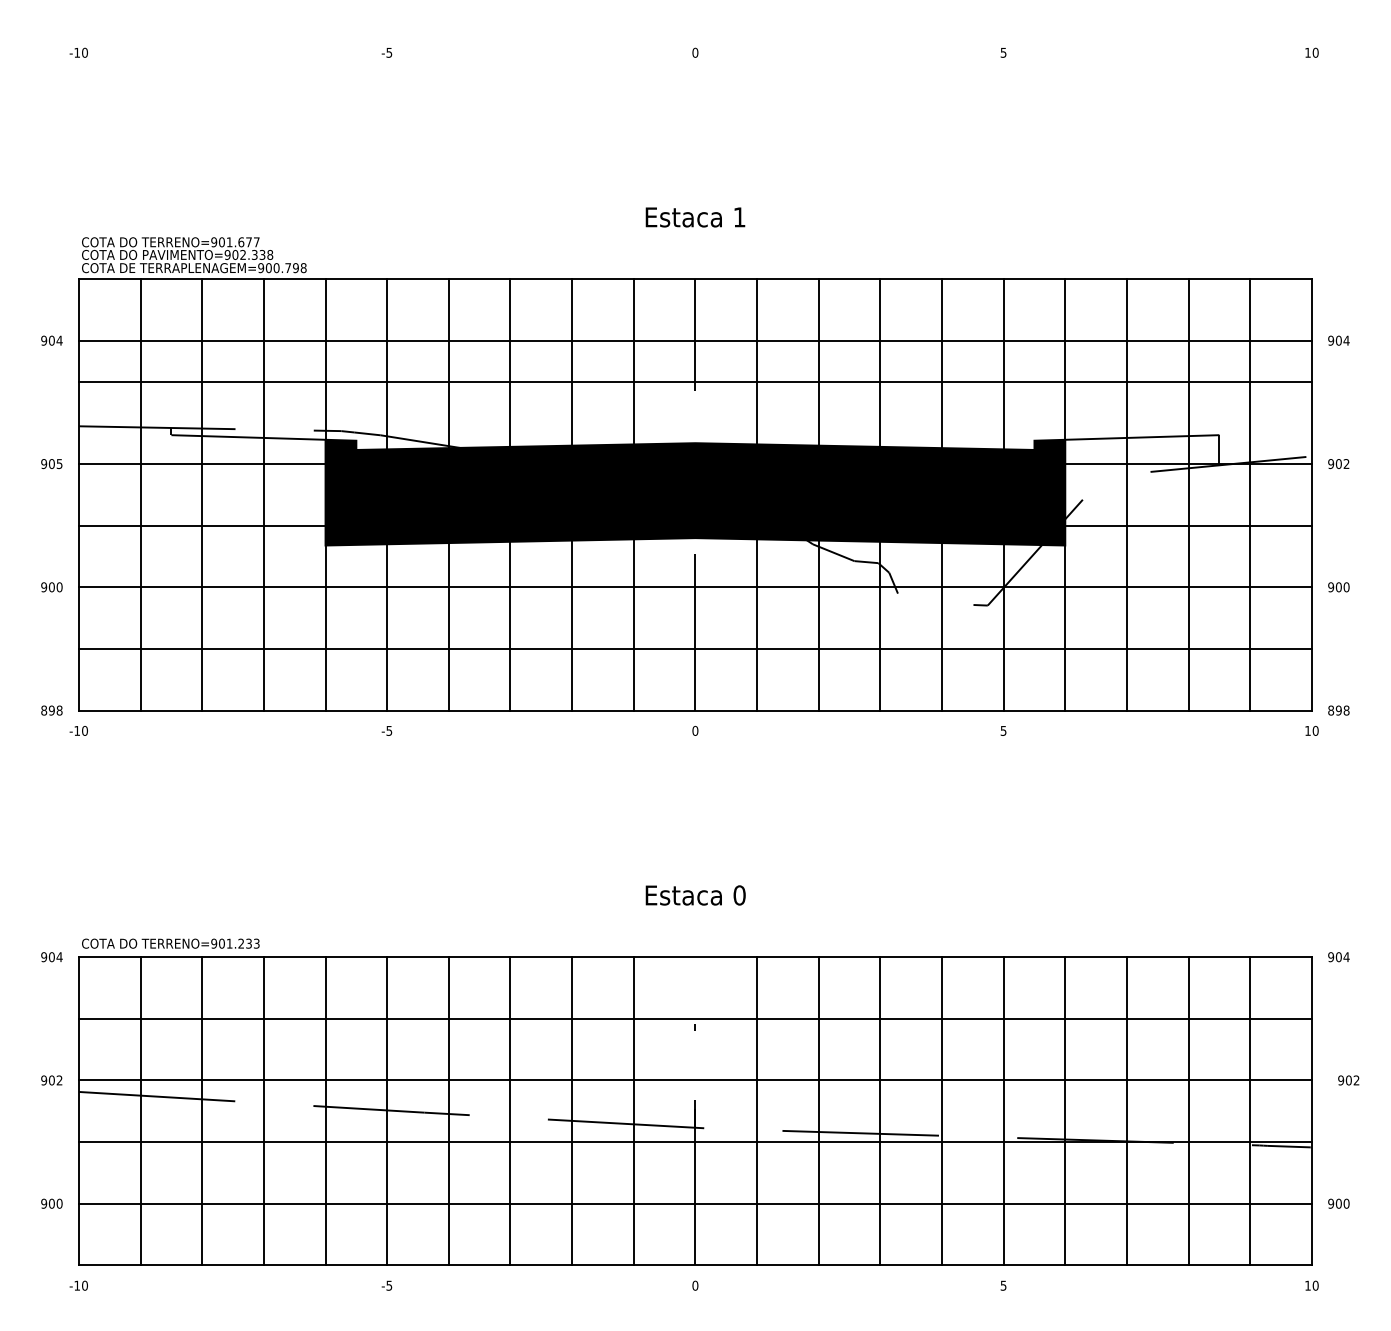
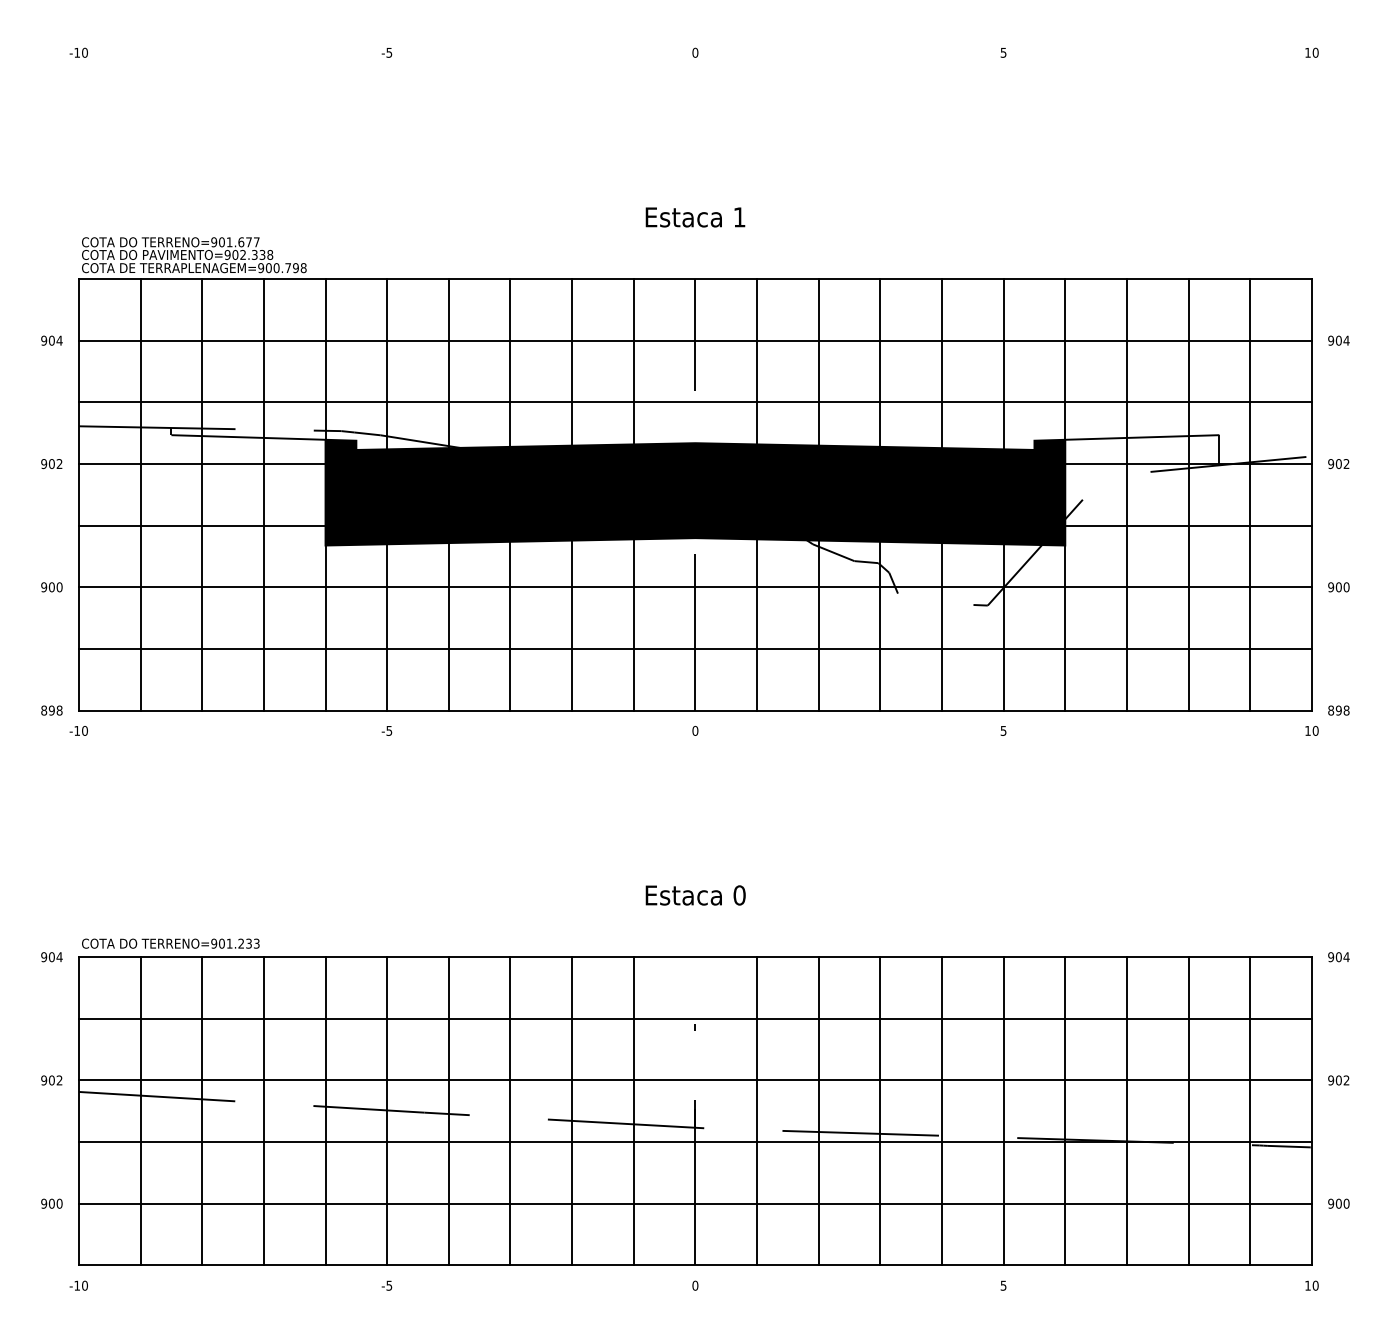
line at (694, 382) position: (694, 382) -> (694, 402)
text at (59, 464): 905 -> 902
text at (1348, 1080) position: (1348, 1080) -> (1338, 1080)
